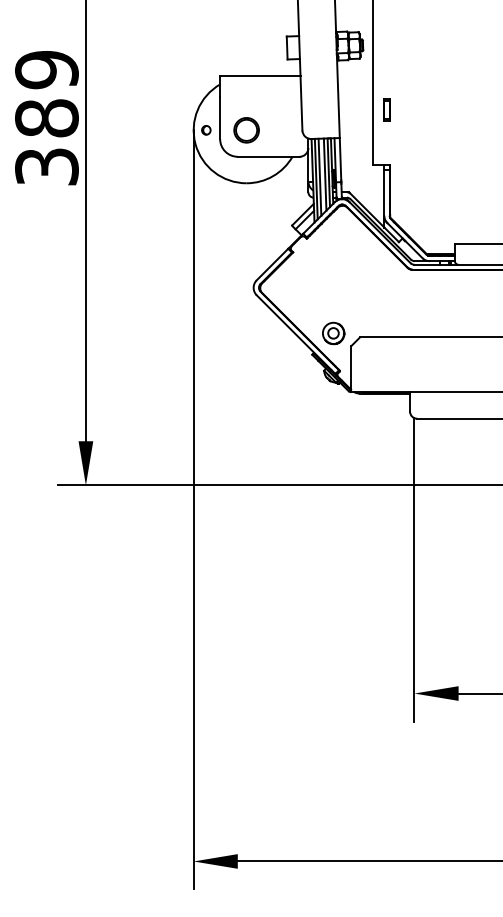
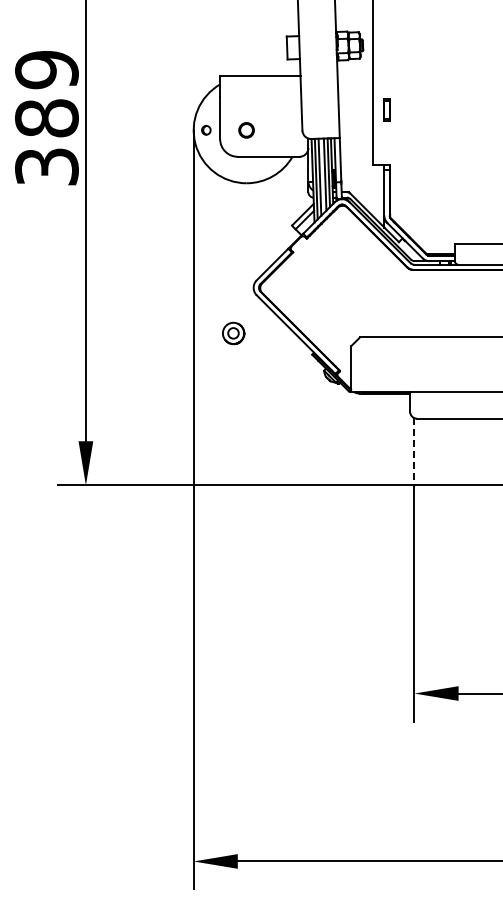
part at (246, 130) size: 27x27 px -> 17x17 px
part at (333, 333) position: (333, 333) -> (233, 333)
line at (414, 451): solid -> dashed
